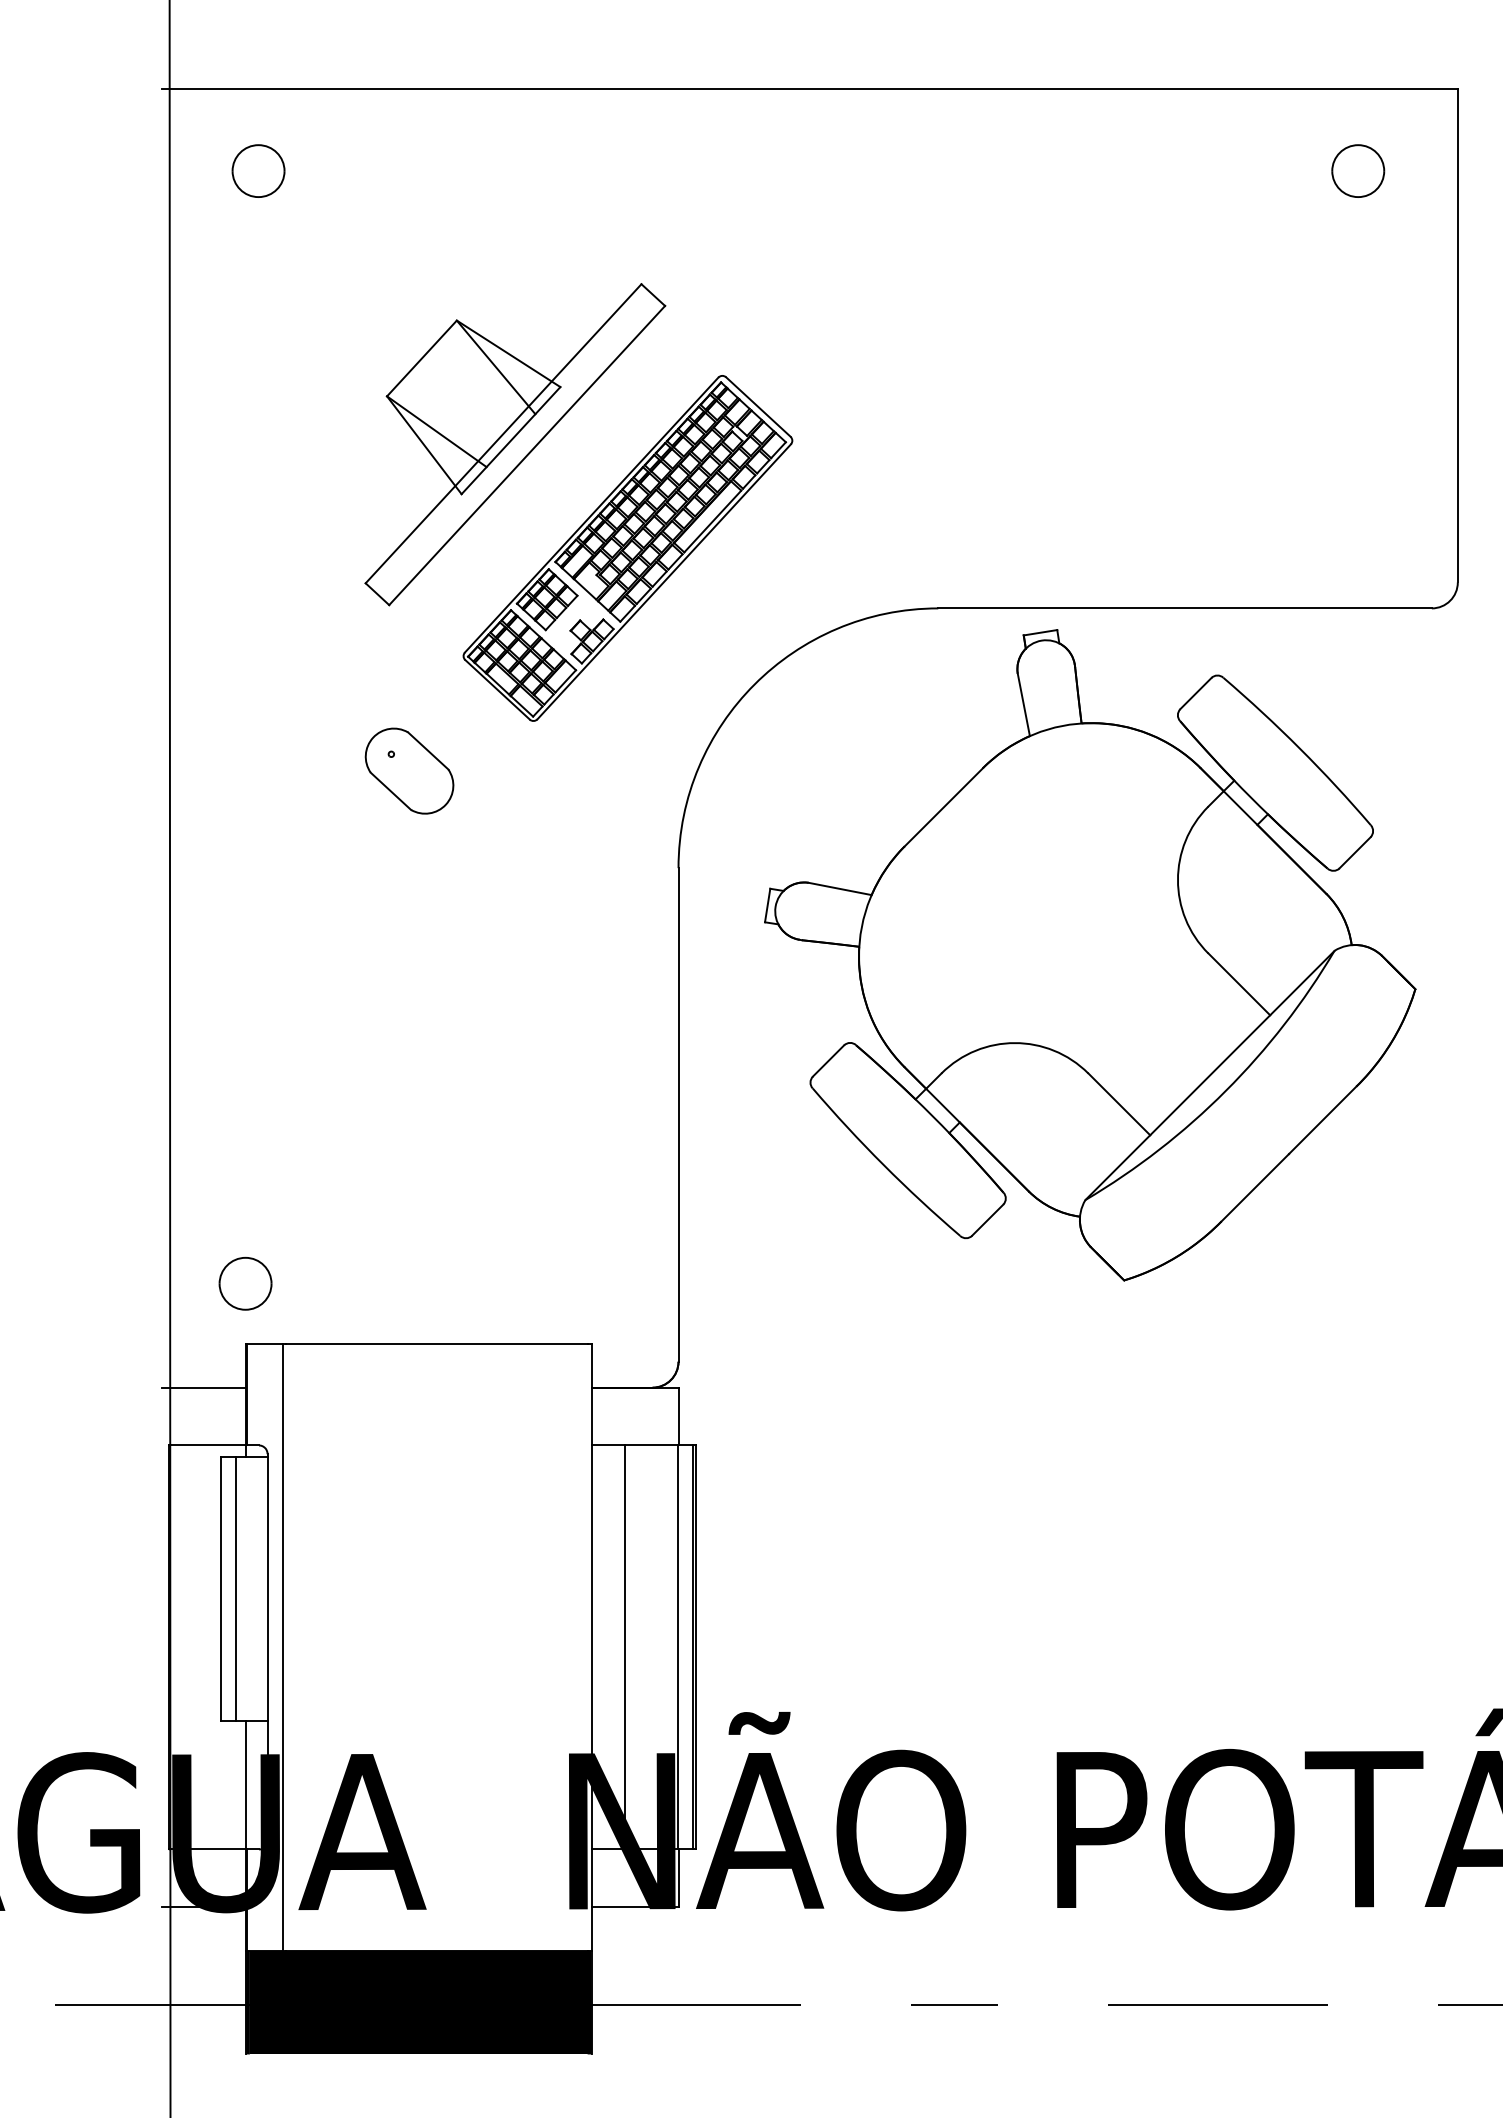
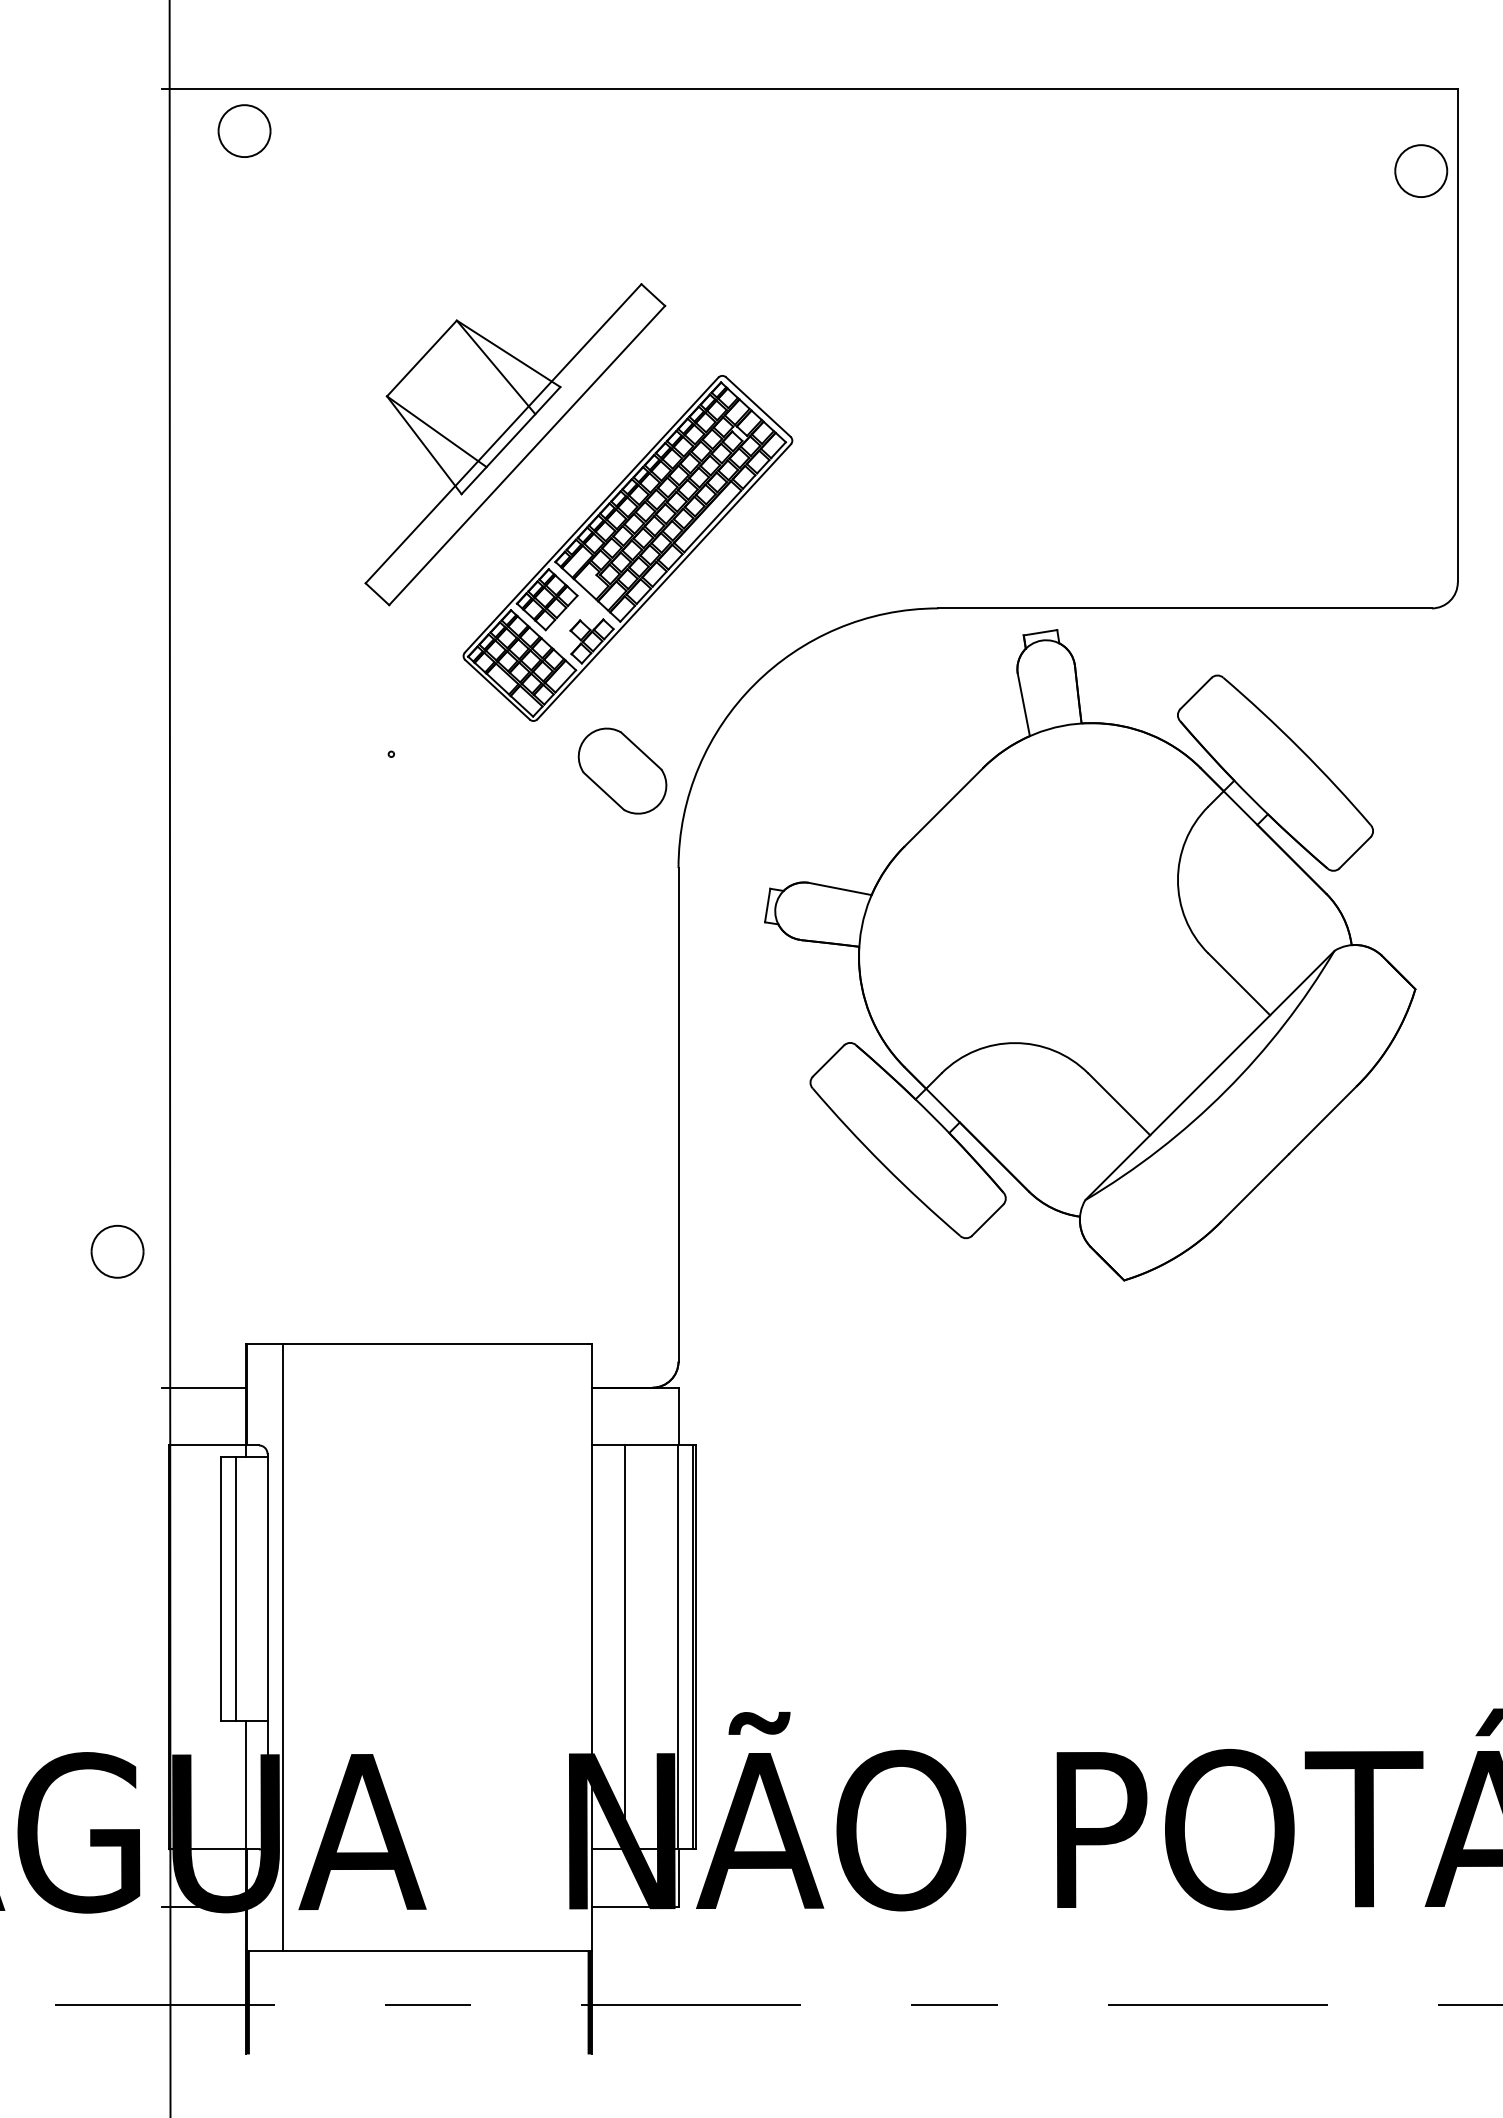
part at (258, 170) position: (258, 170) -> (244, 130)
part at (1358, 170) position: (1358, 170) -> (1421, 170)
part at (409, 770) position: (409, 770) -> (622, 770)
part at (245, 1283) position: (245, 1283) -> (117, 1251)
fill at (418, 2002): present -> none
